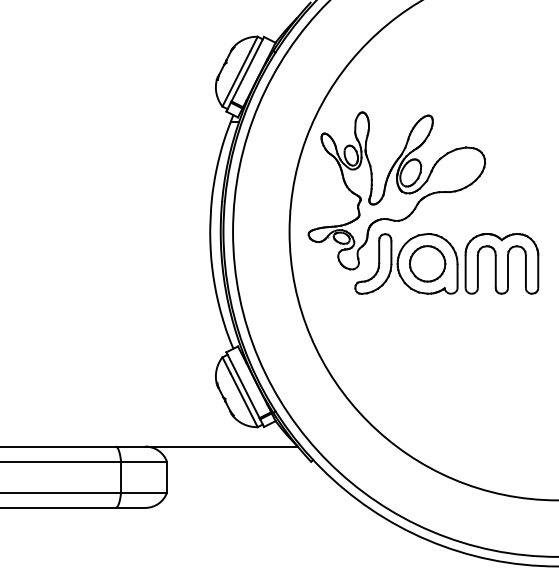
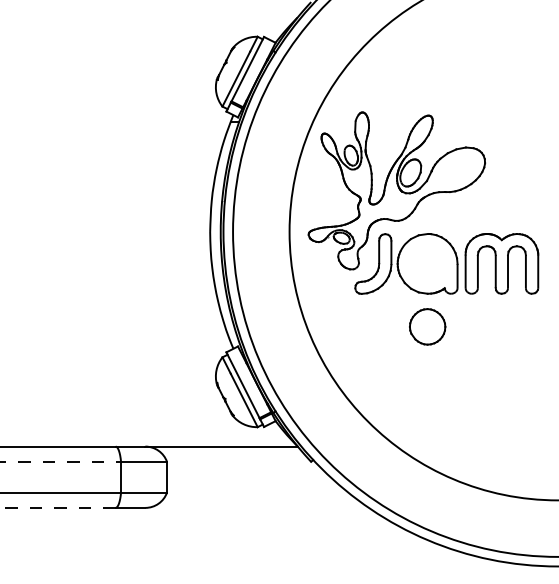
part at (427, 263) position: (427, 263) -> (427, 326)
line at (61, 461): solid -> dashed
line at (57, 507): solid -> dashed
